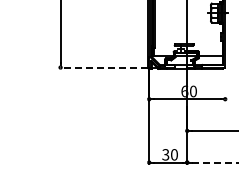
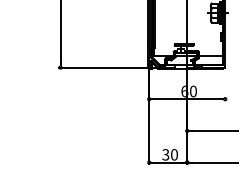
line at (103, 67): dashed -> solid
line at (215, 162): dashed -> solid
